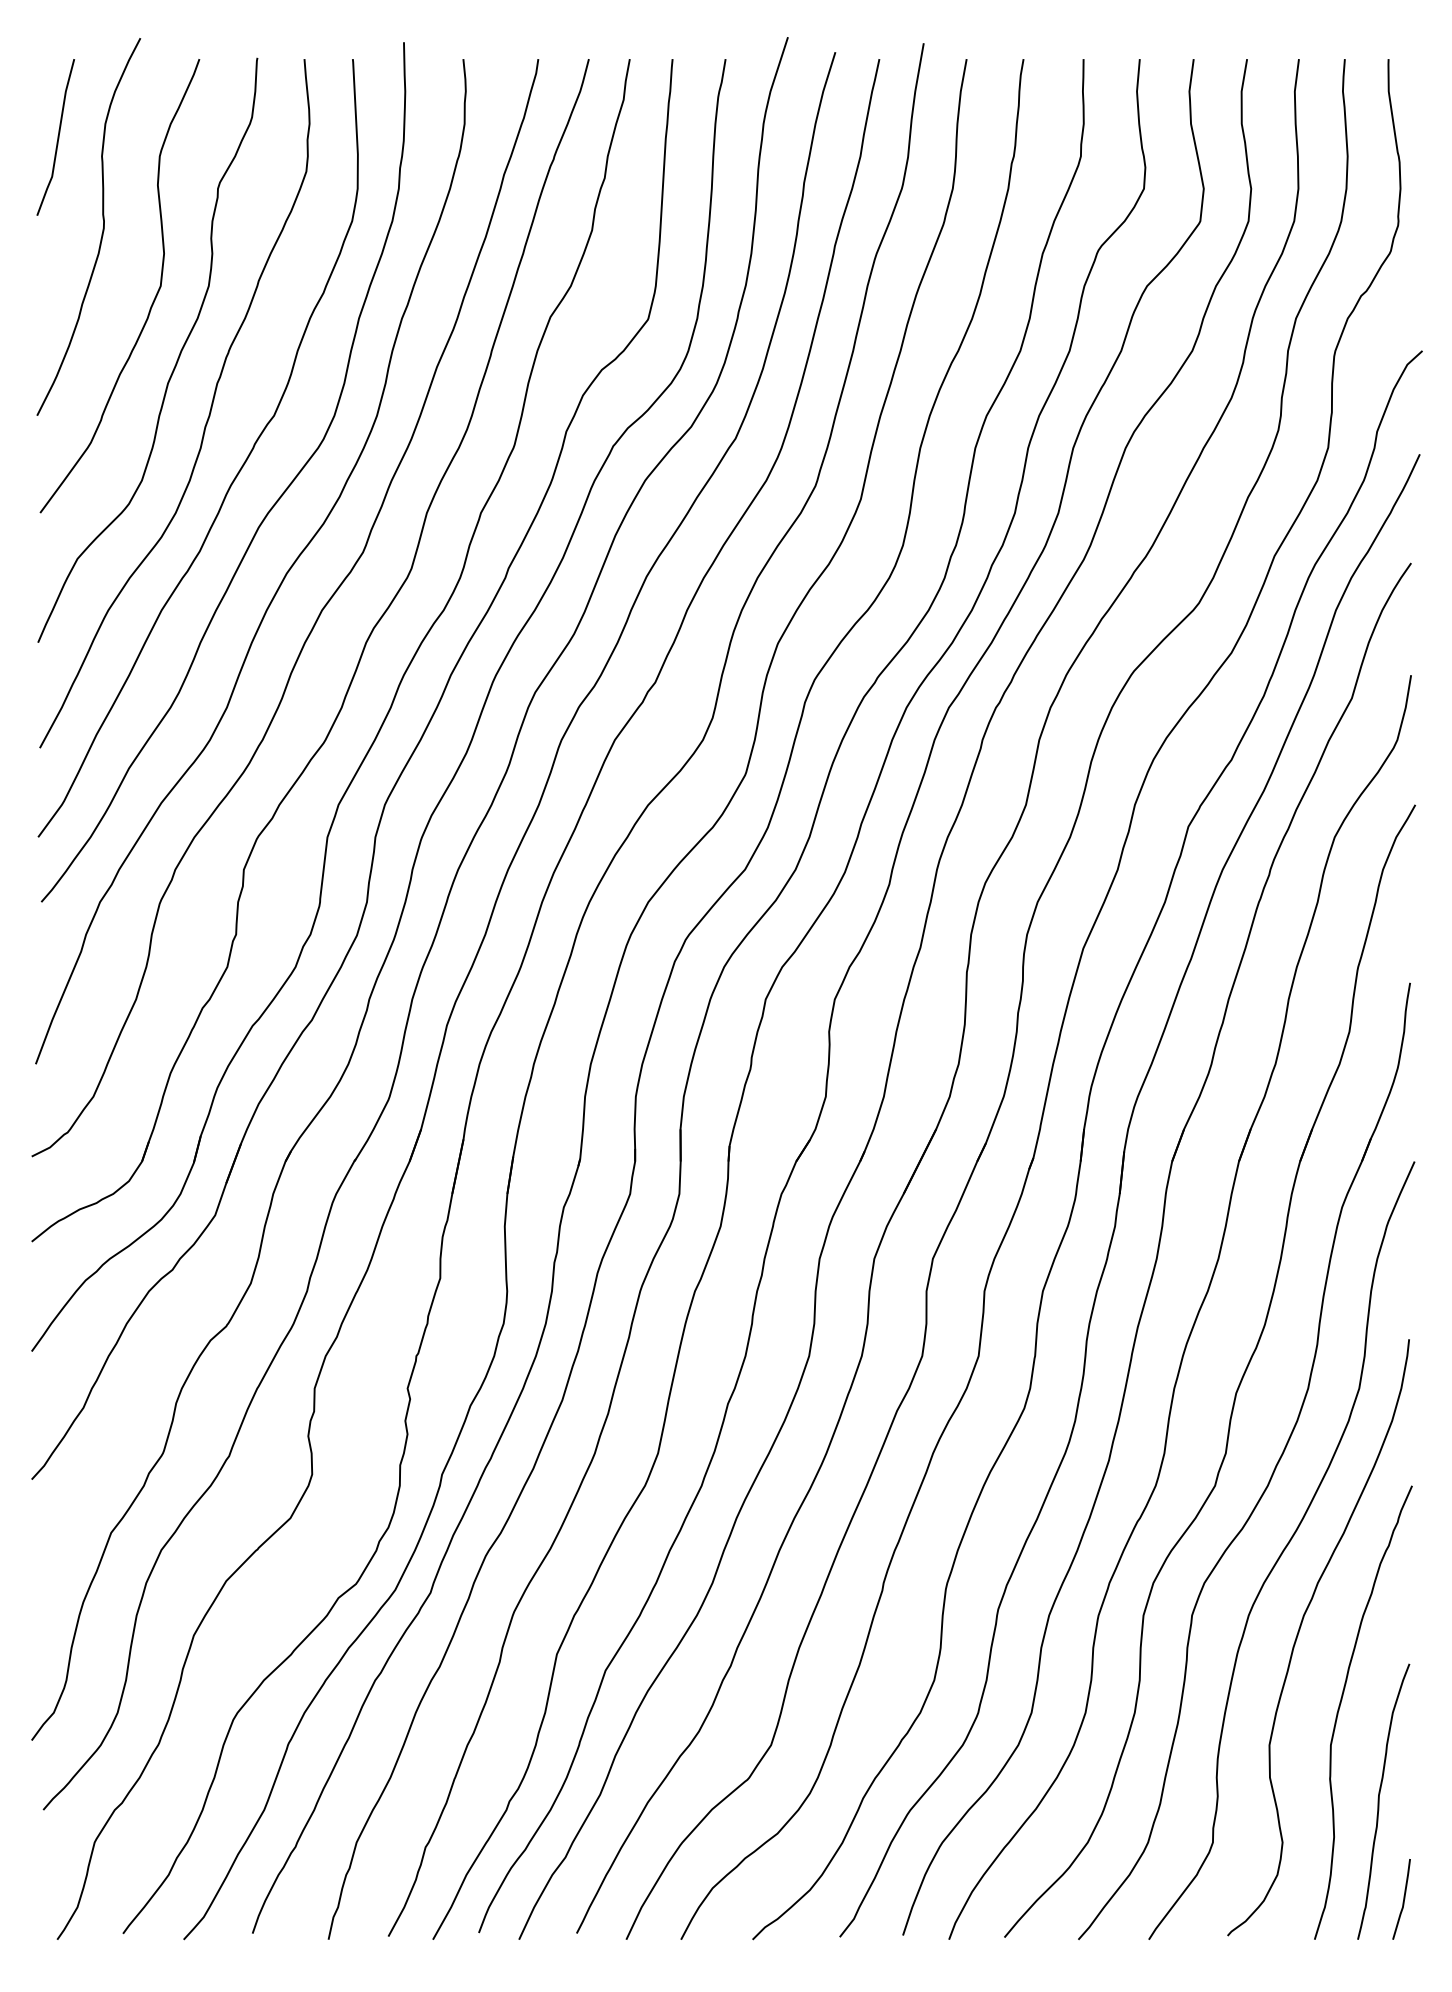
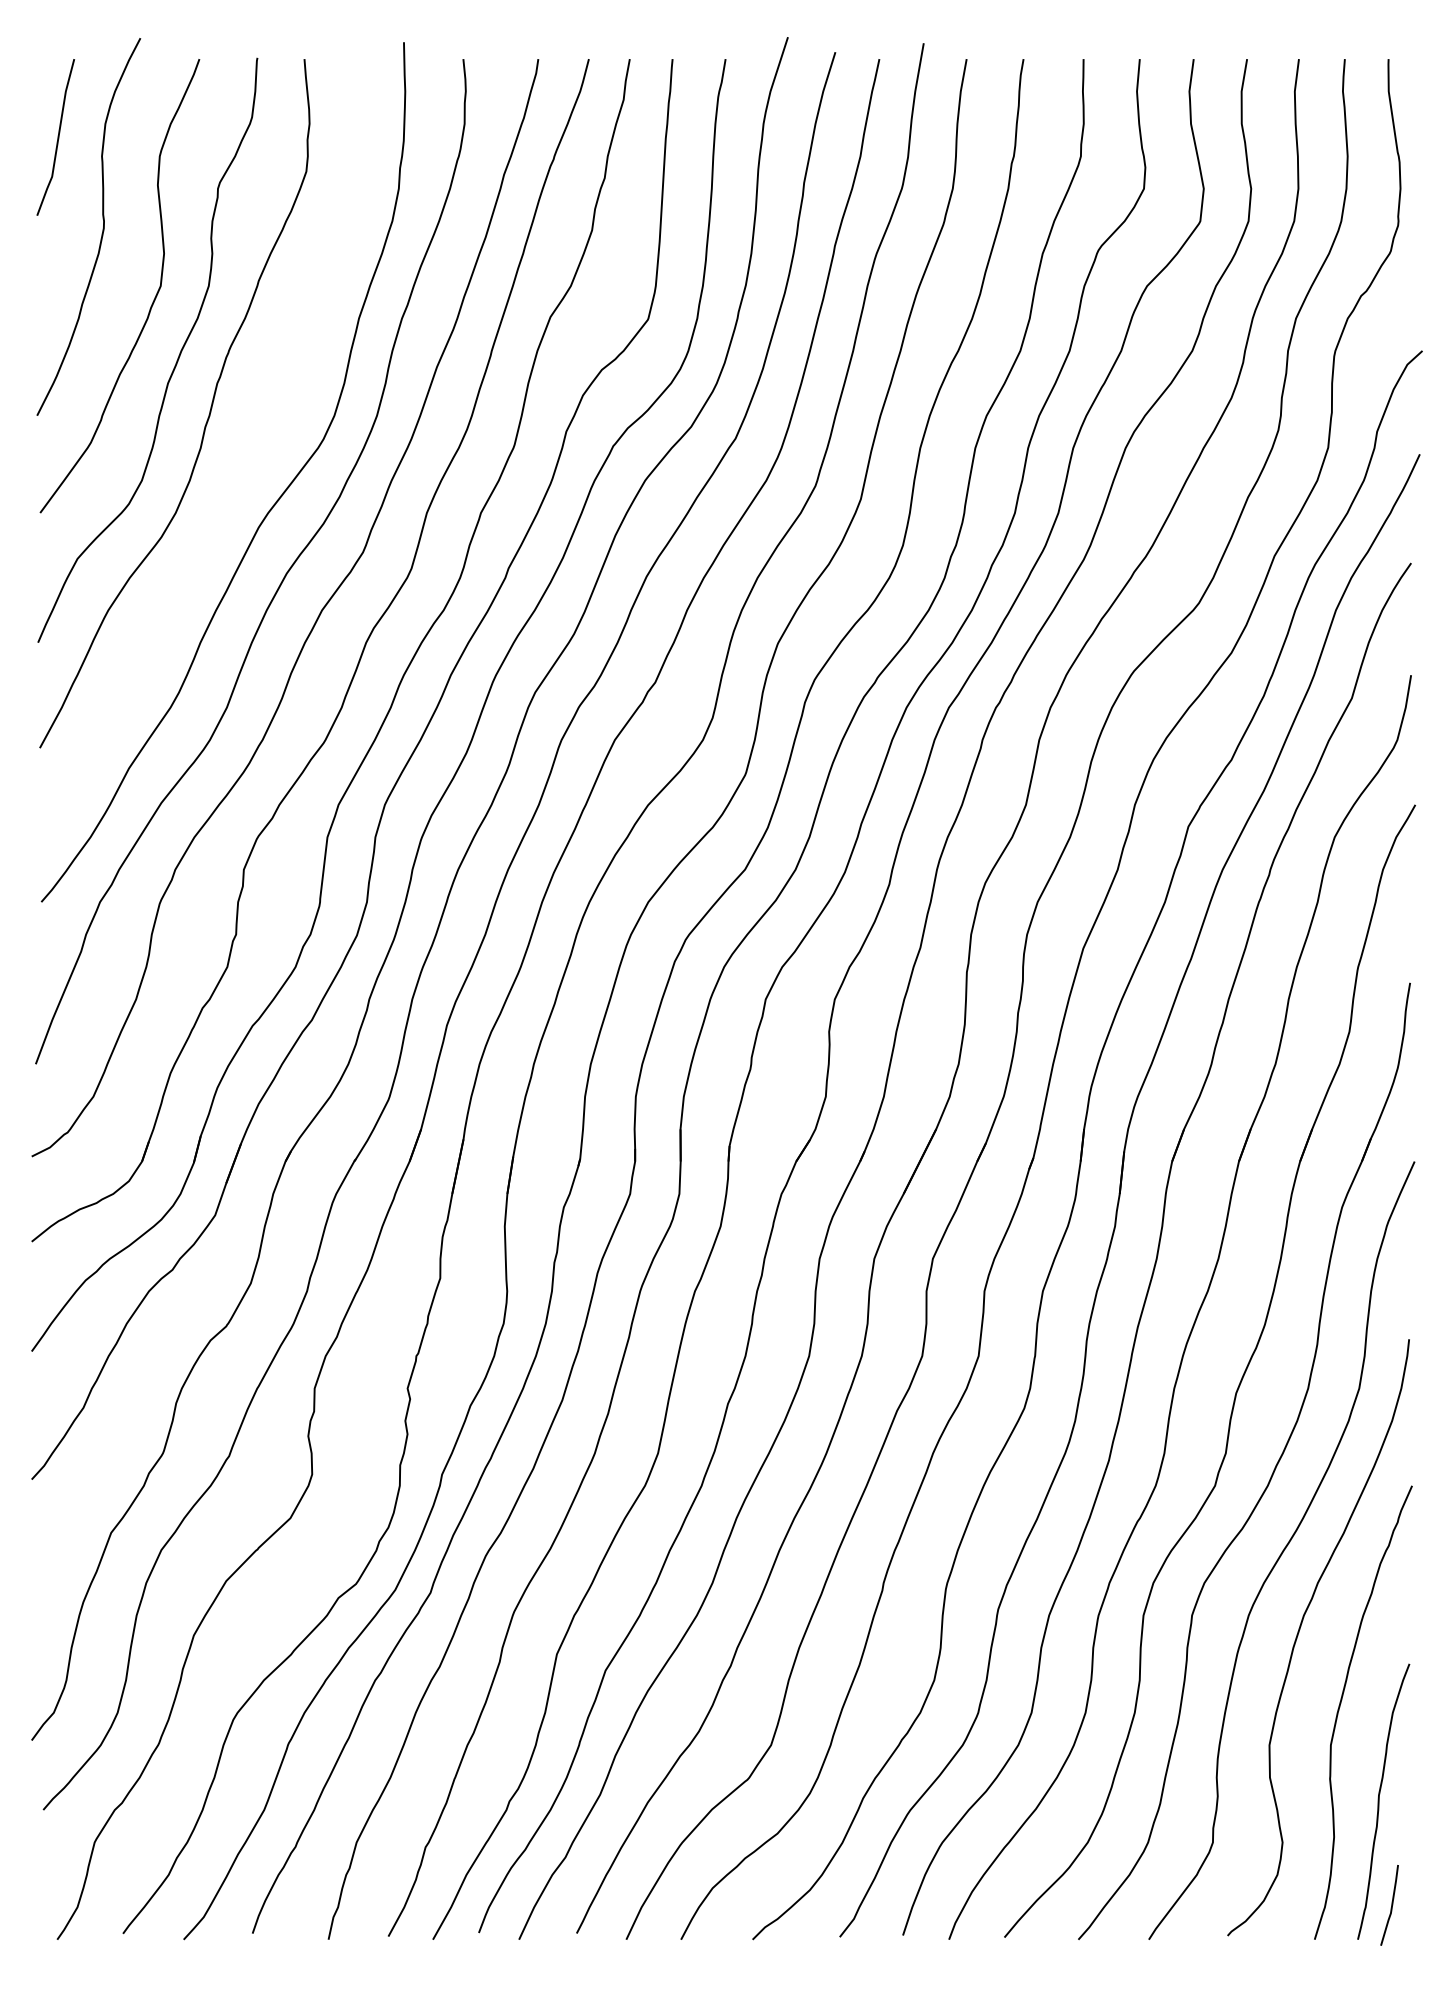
curve at (235, 475): present -> none
line at (1403, 1899) position: (1403, 1899) -> (1391, 1905)
